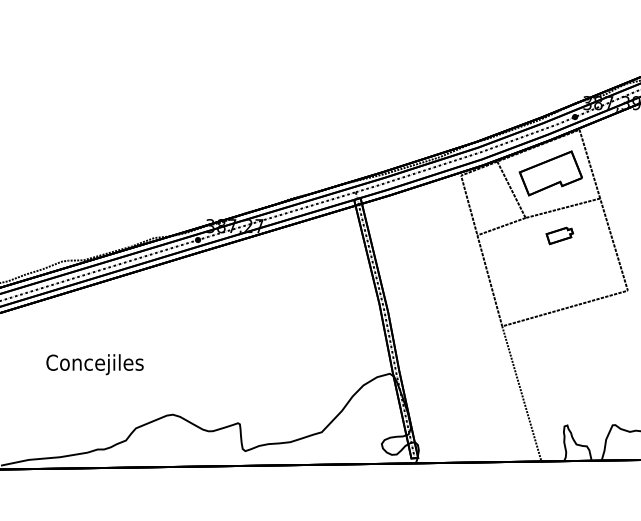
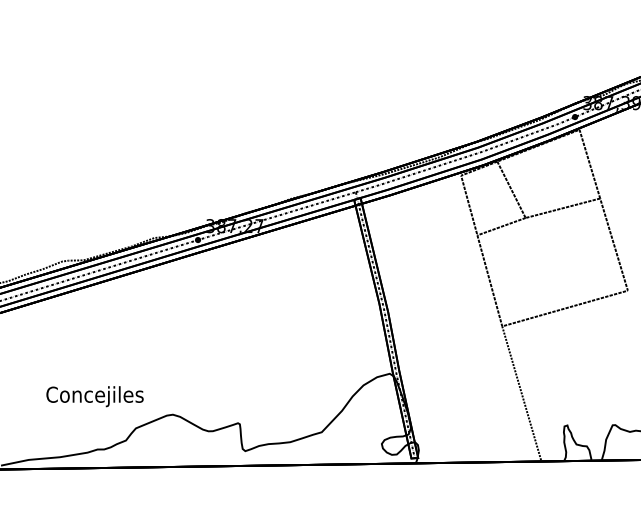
part at (550, 173): present -> none
part at (559, 235): present -> none
text at (94, 364) position: (94, 364) -> (94, 396)
